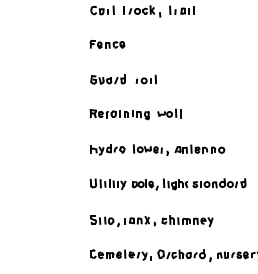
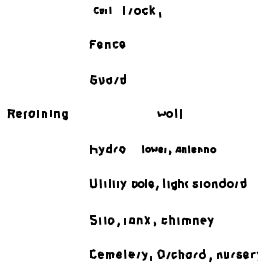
part at (181, 9): present -> none
part at (102, 10) size: 25x11 px -> 19x9 px
part at (145, 79): present -> none
part at (119, 114) position: (119, 114) -> (37, 114)
part at (179, 149) size: 93x12 px -> 75x10 px
